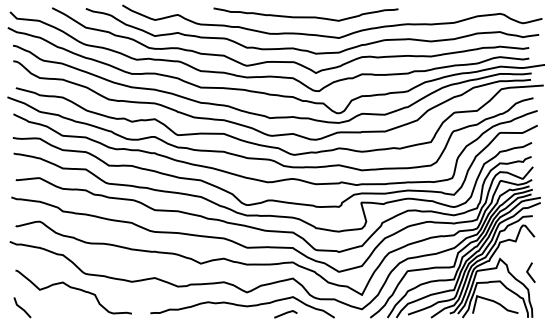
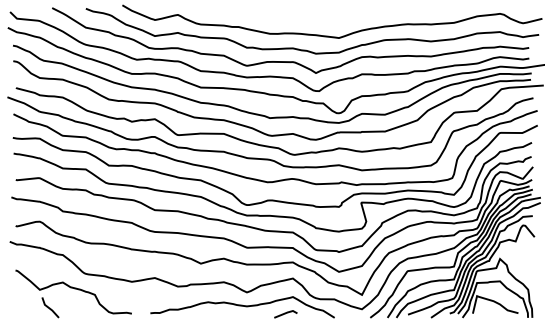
curve at (305, 16): present -> none
line at (529, 273): present -> none
line at (22, 307) position: (22, 307) -> (50, 307)
